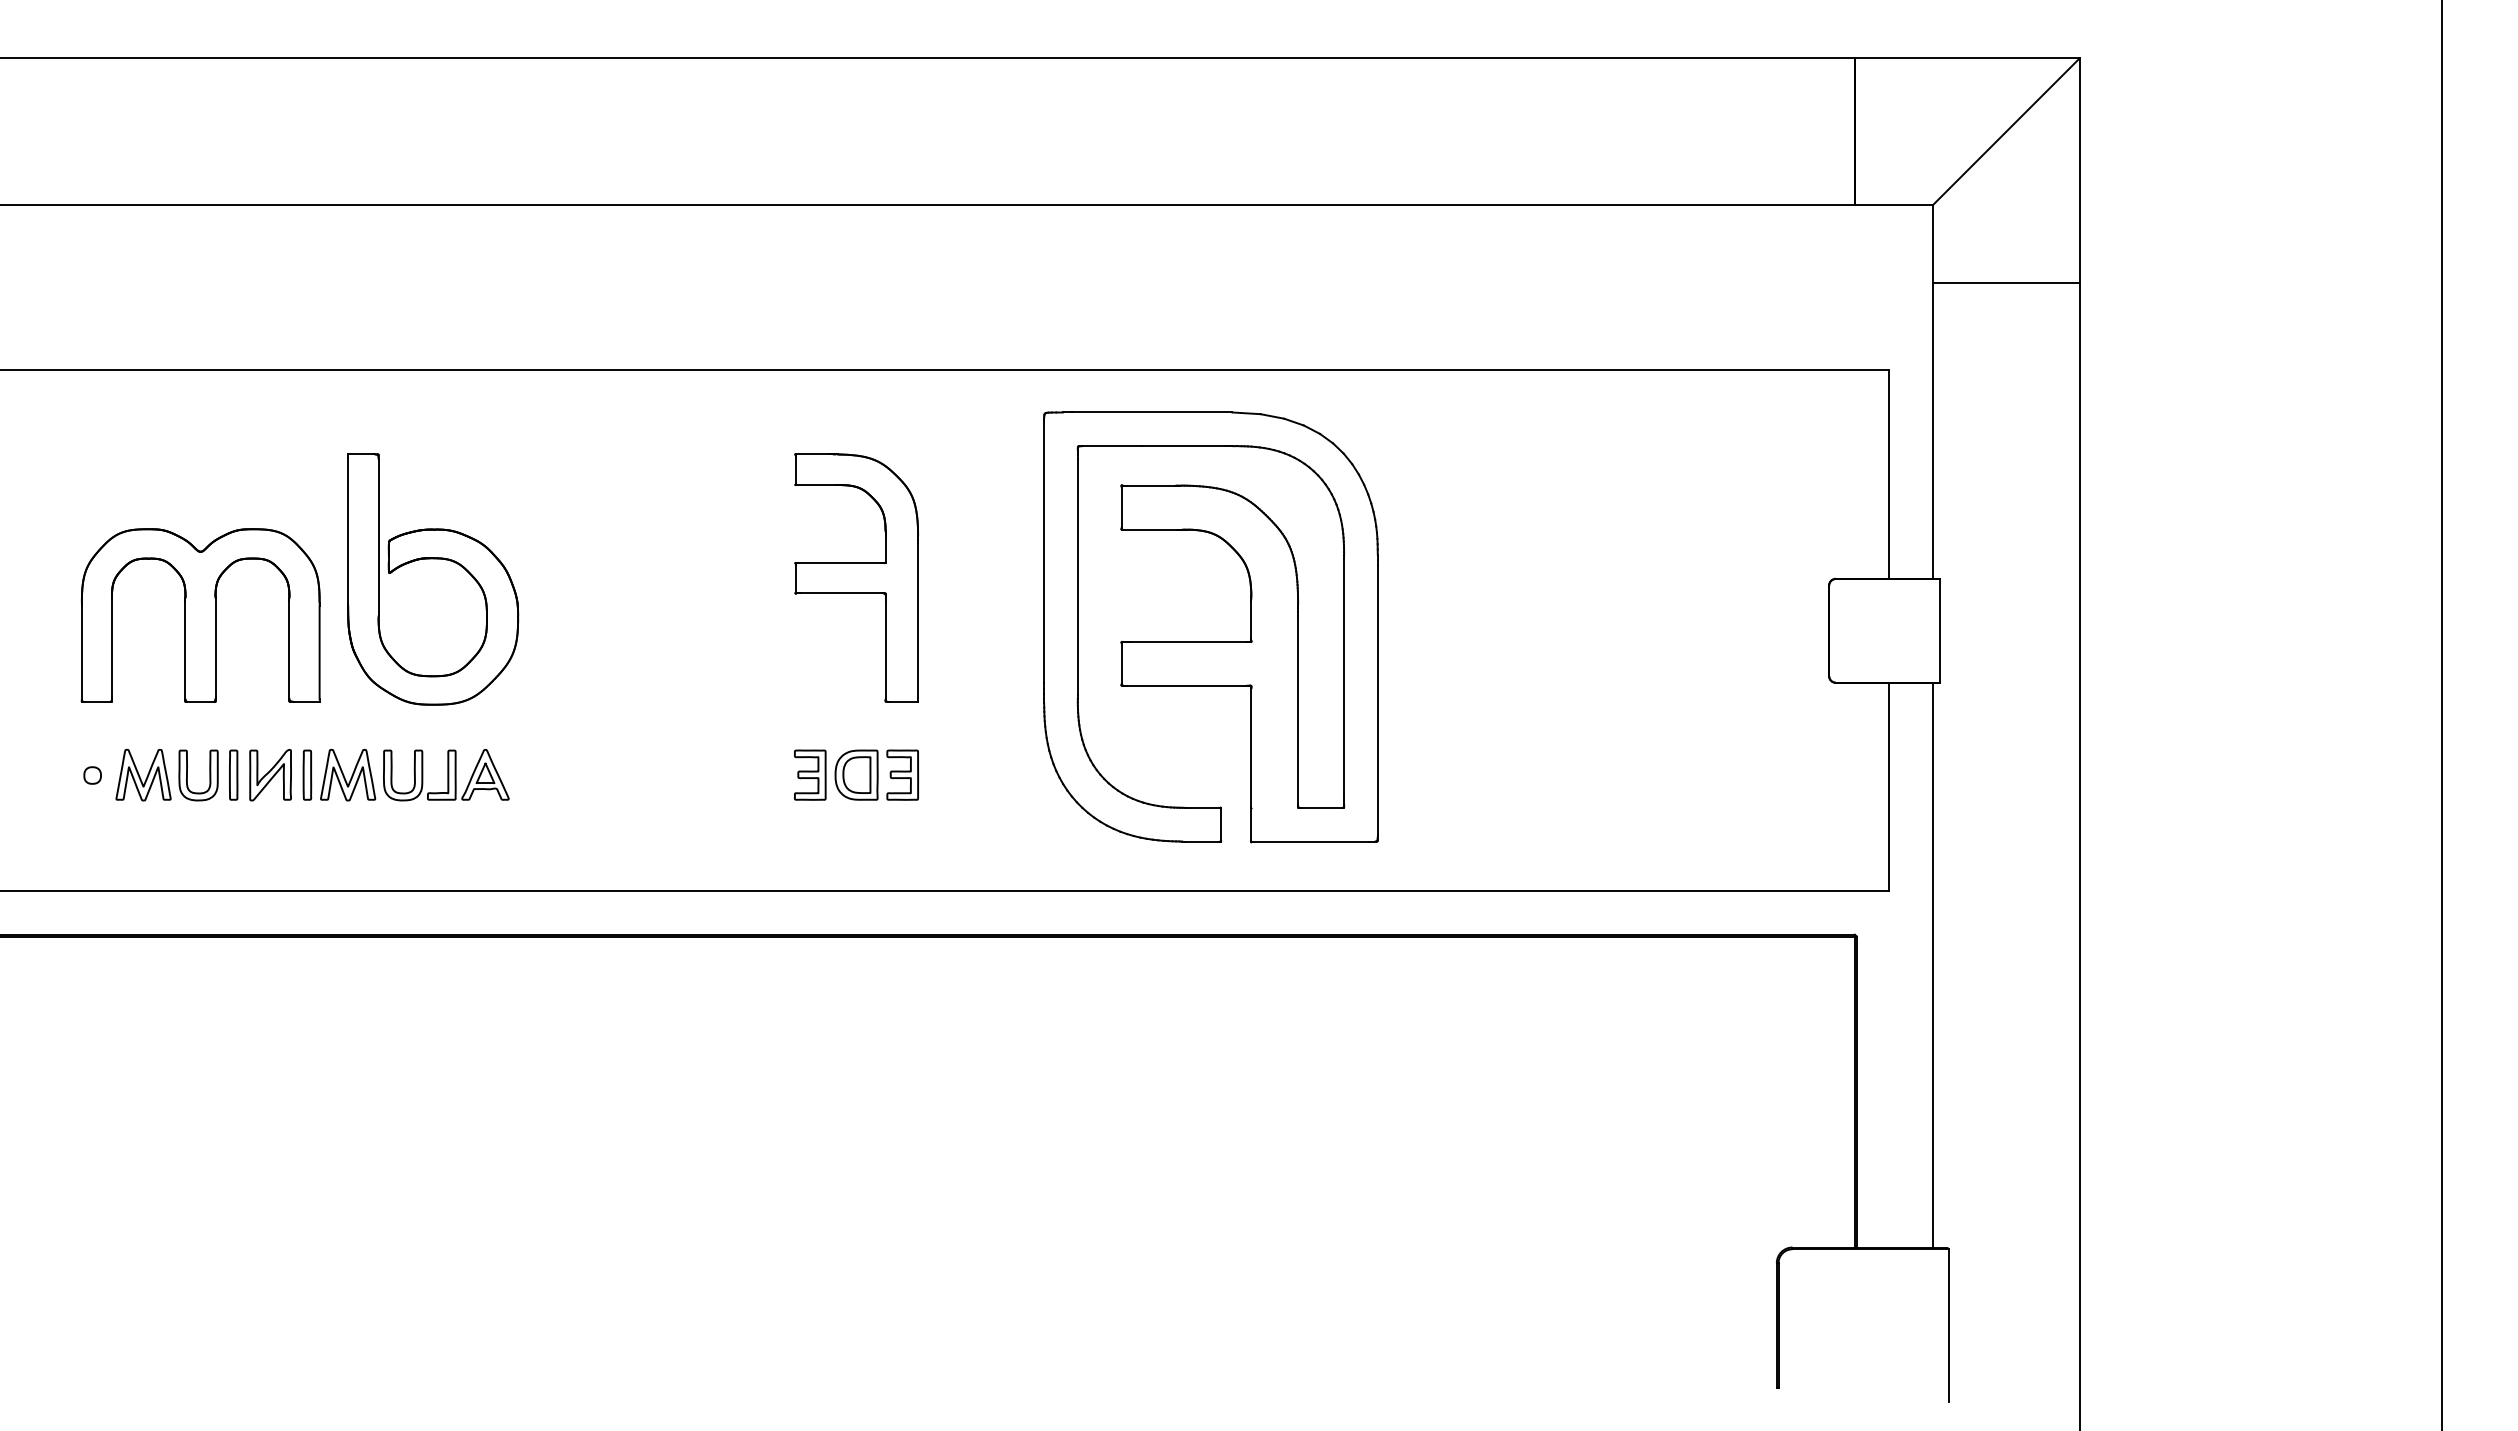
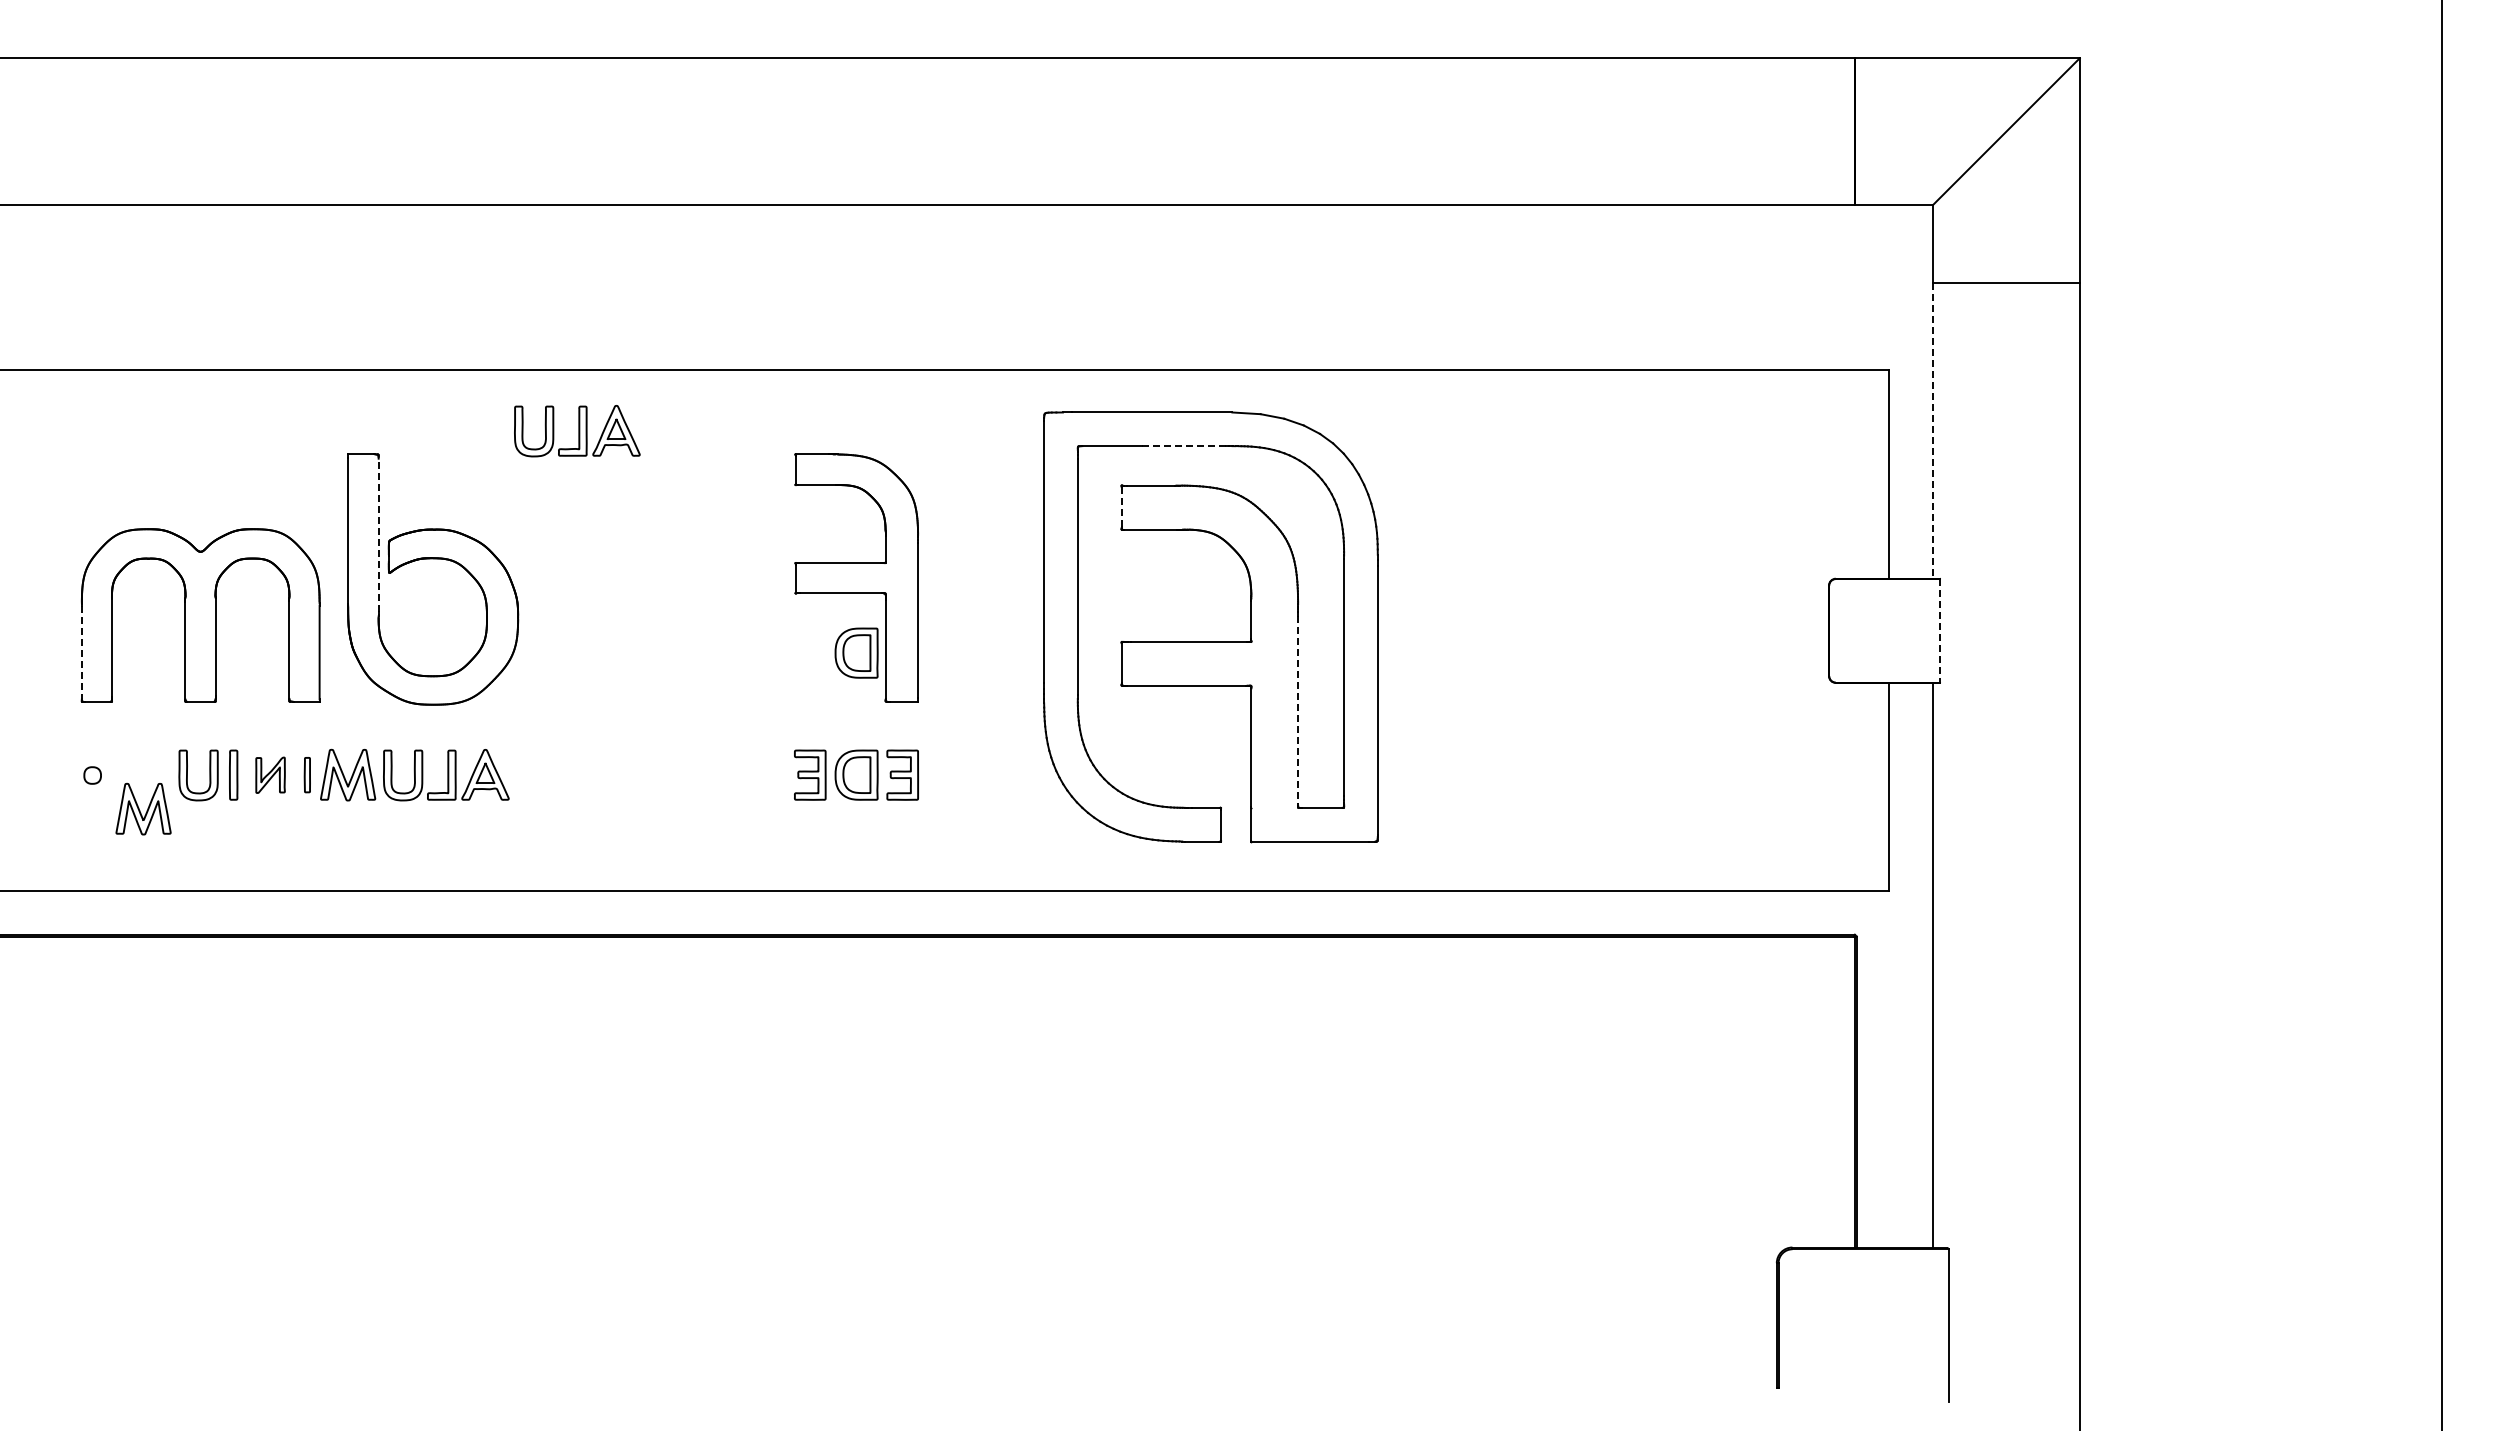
part at (577, 431): none -> present
line at (1933, 431): solid -> dashed
line at (1183, 446): solid -> dashed
line at (1121, 506): solid -> dashed
line at (378, 535): solid -> dashed
line at (1940, 630): solid -> dashed
line at (81, 652): solid -> dashed
part at (856, 652): none -> present
line at (1298, 710): solid -> dashed
part at (143, 774) position: (143, 774) -> (143, 808)
part at (307, 774) size: 11x52 px -> 8x37 px
part at (270, 775) size: 43x53 px -> 31x38 px
